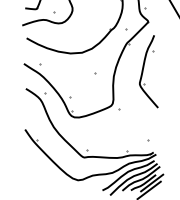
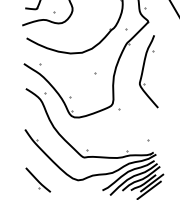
part at (38, 179): none -> present
